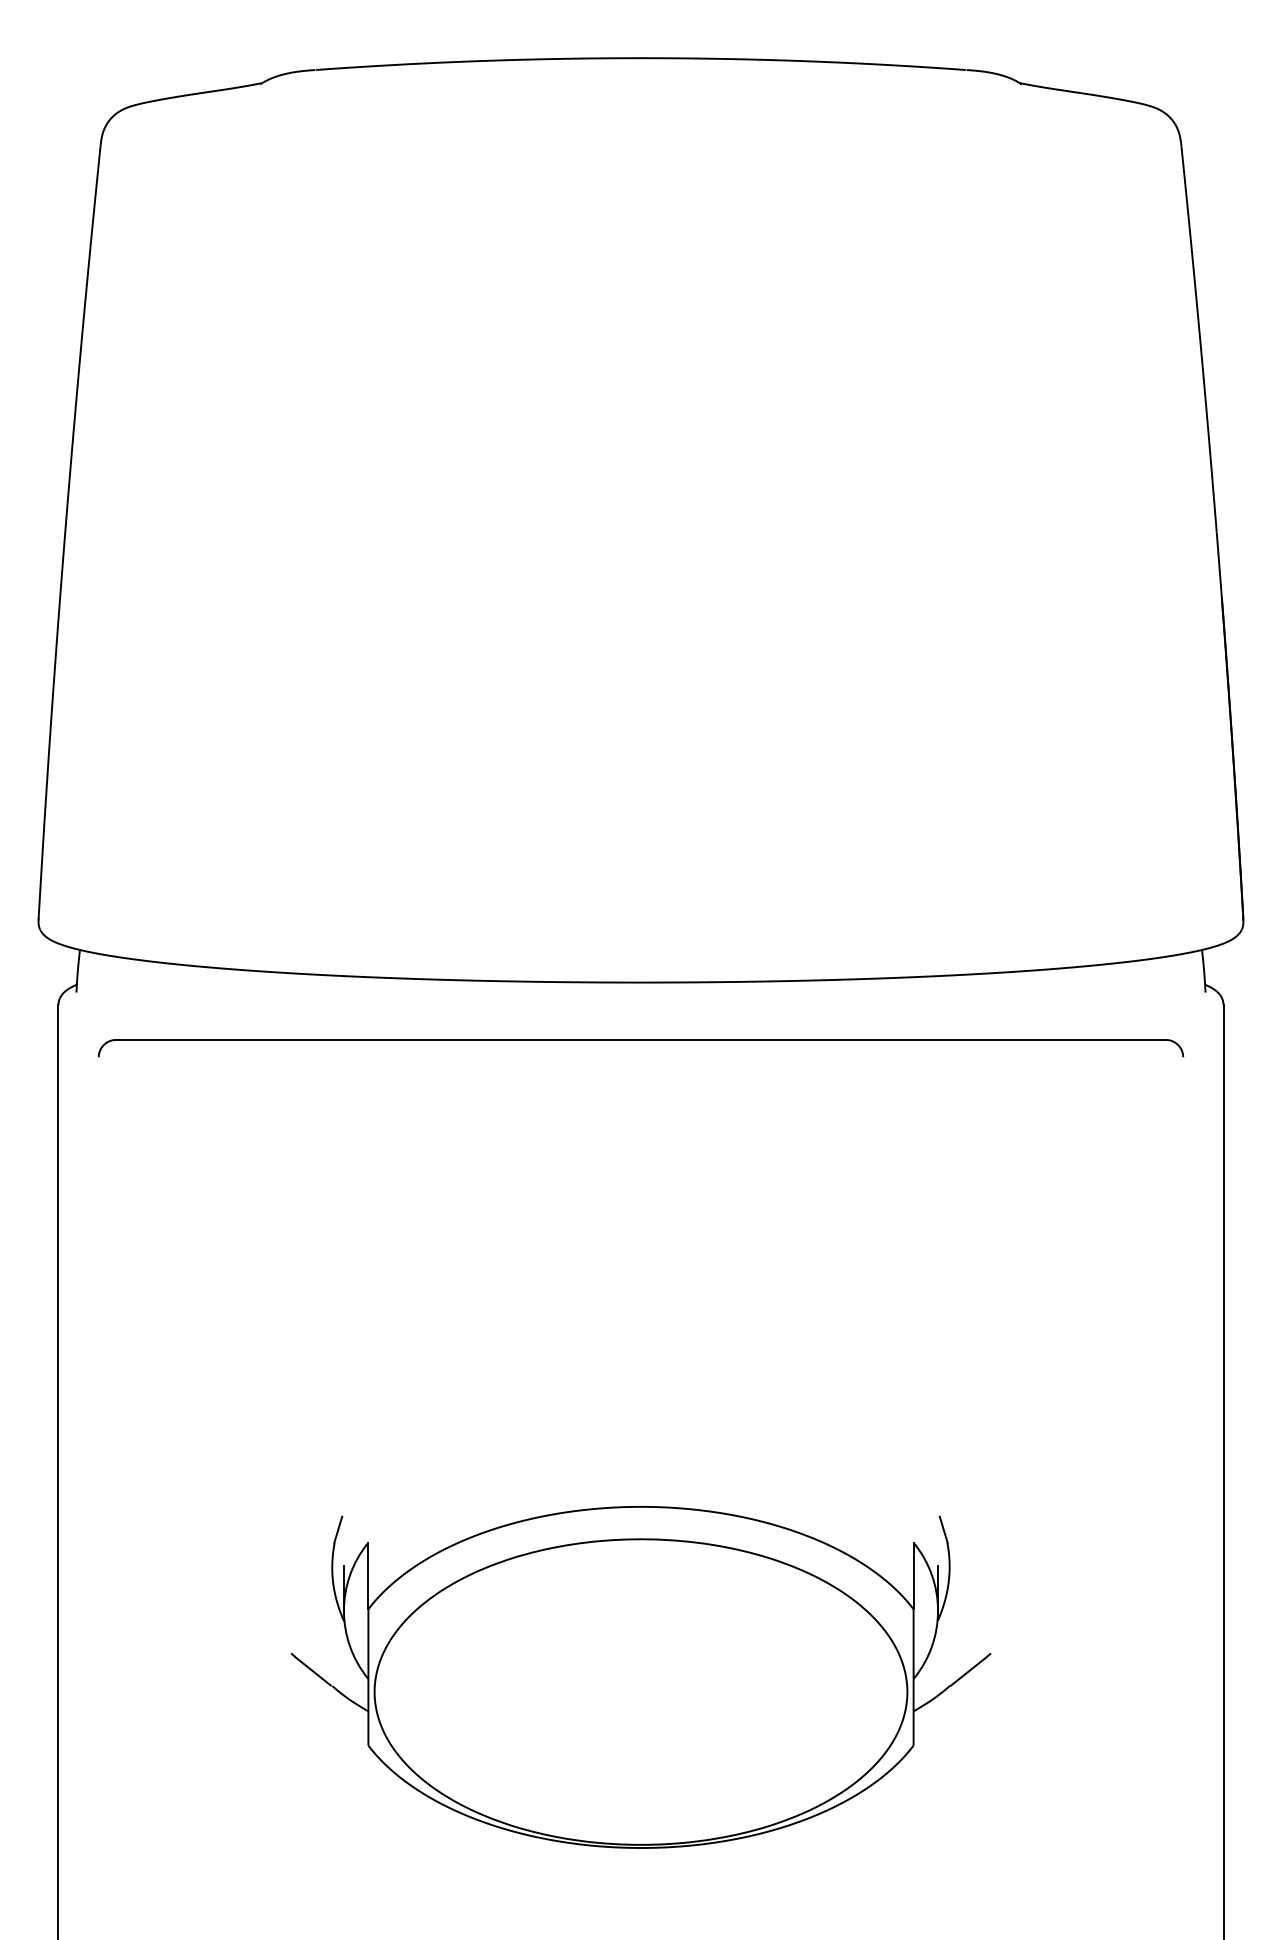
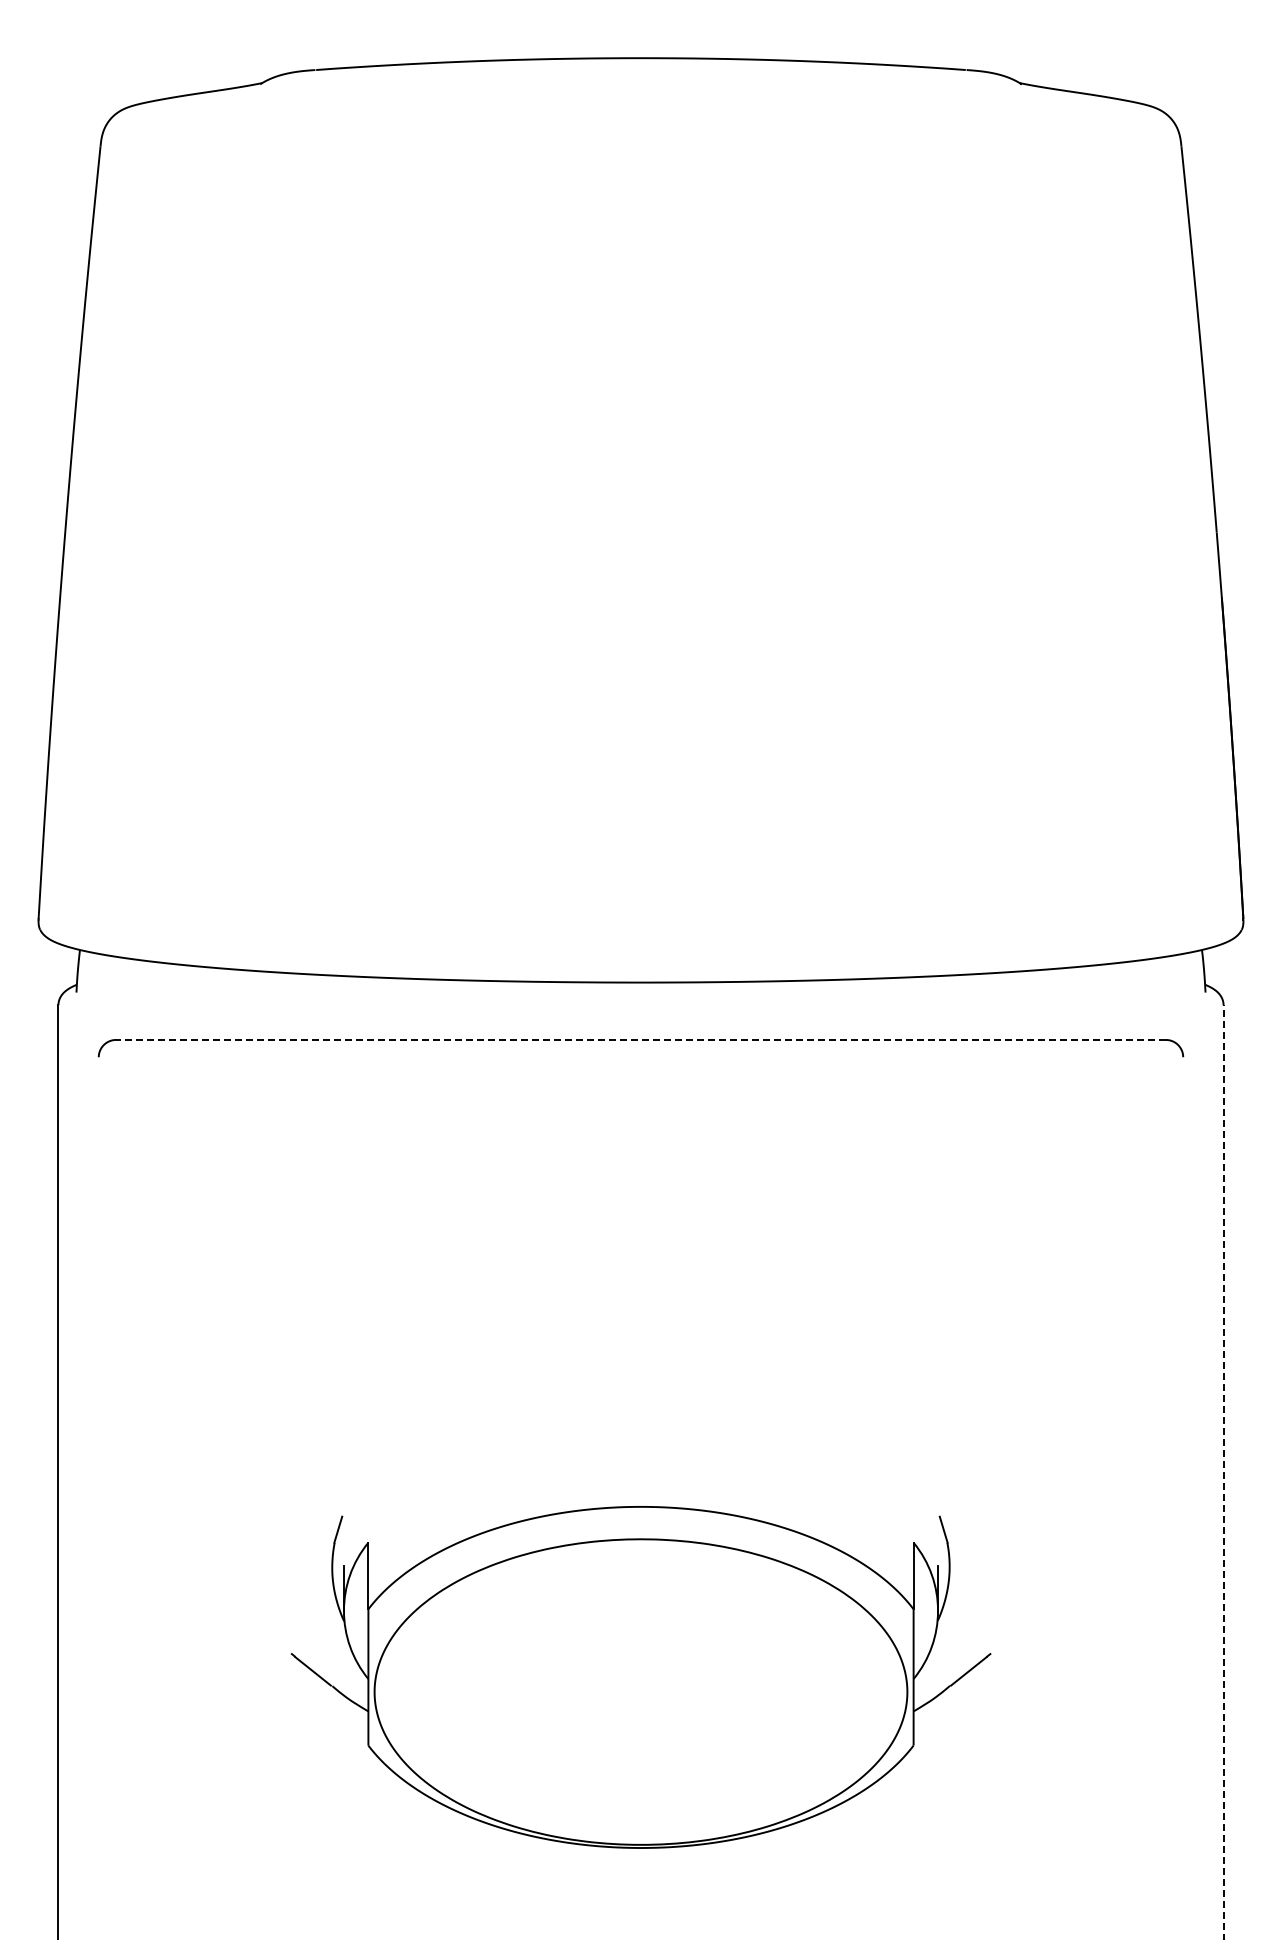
line at (640, 1039): solid -> dashed
line at (1223, 1471): solid -> dashed
